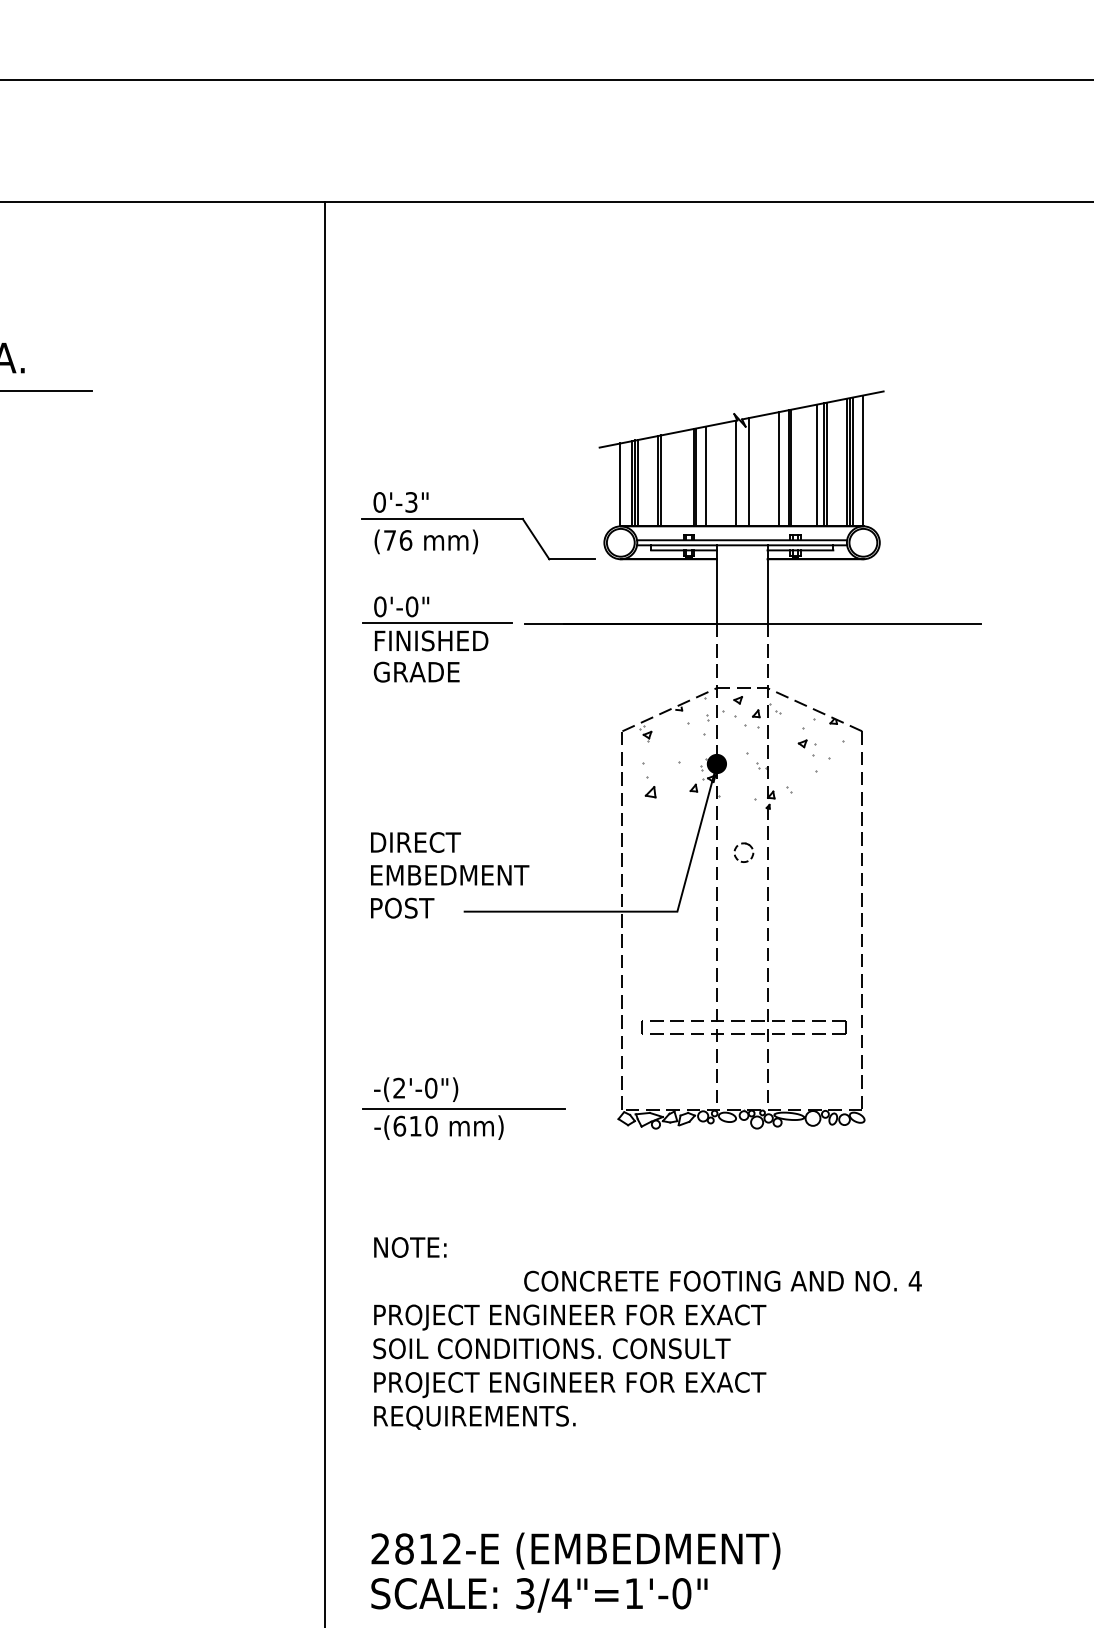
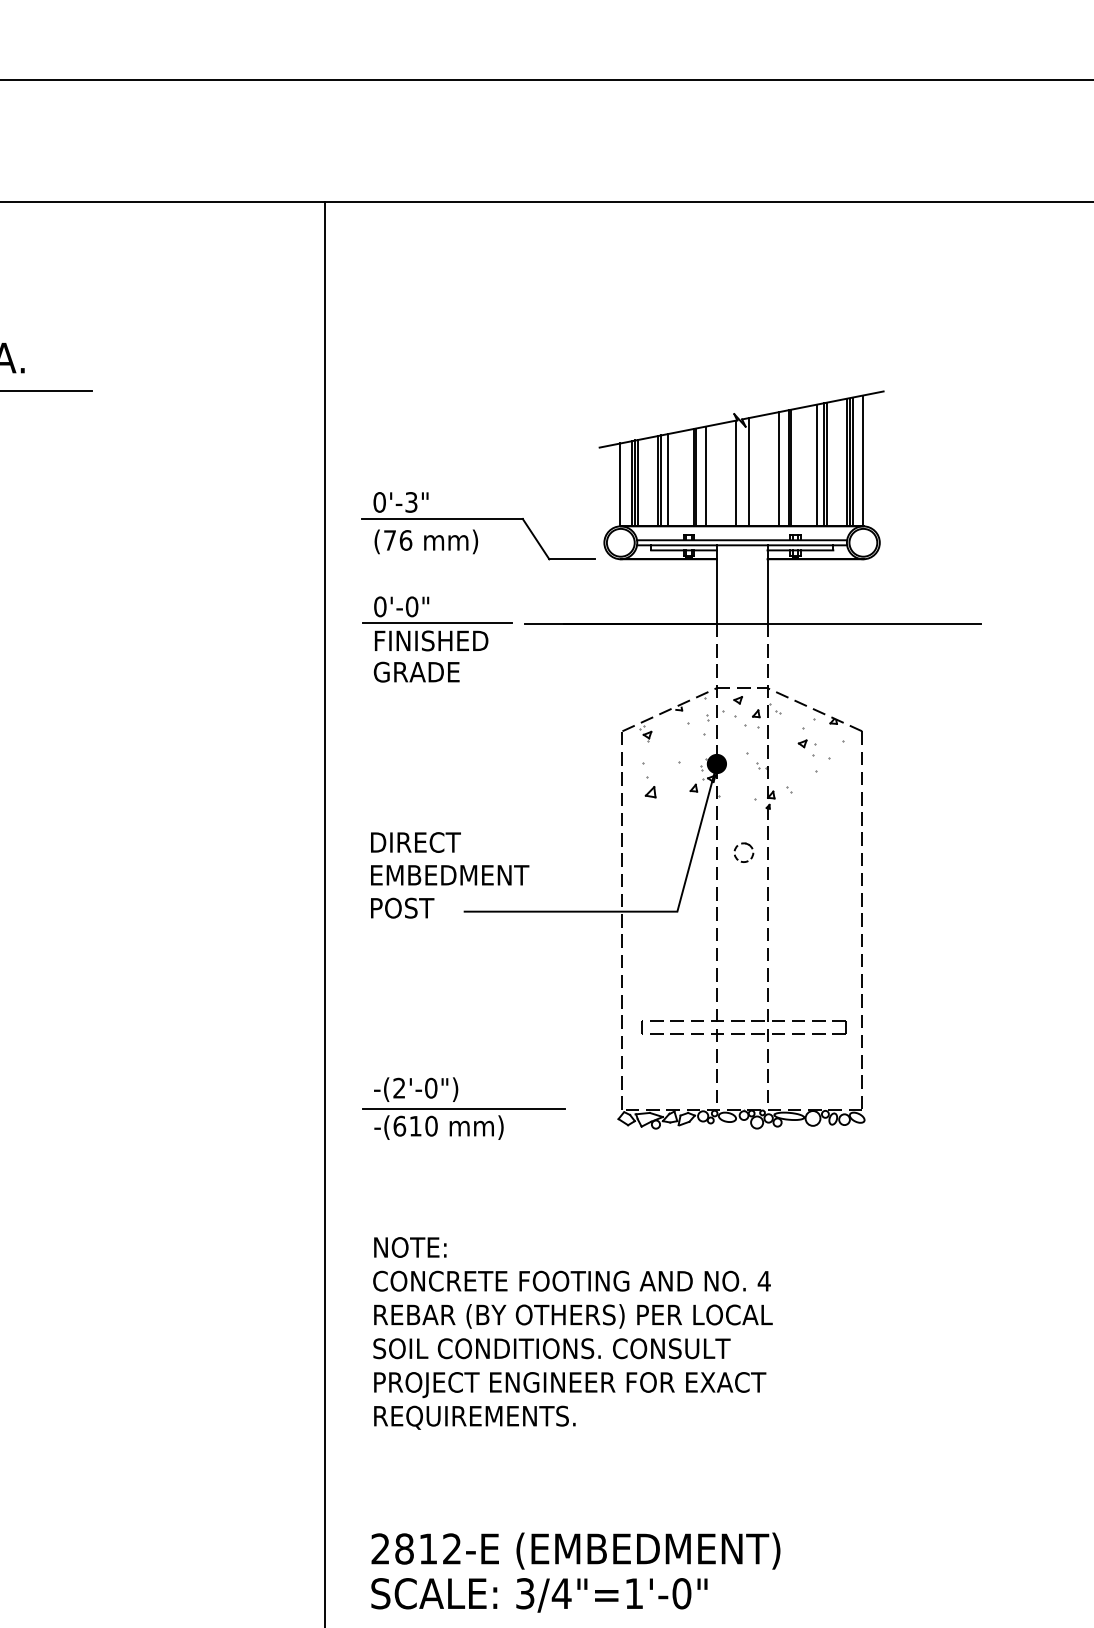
line at (667, 480): none -> present
text at (722, 1280) position: (722, 1280) -> (571, 1280)
text at (574, 1317): PROJECT ENGINEER FOR EXACT -> REBAR (BY OTHERS) PER LOCAL
